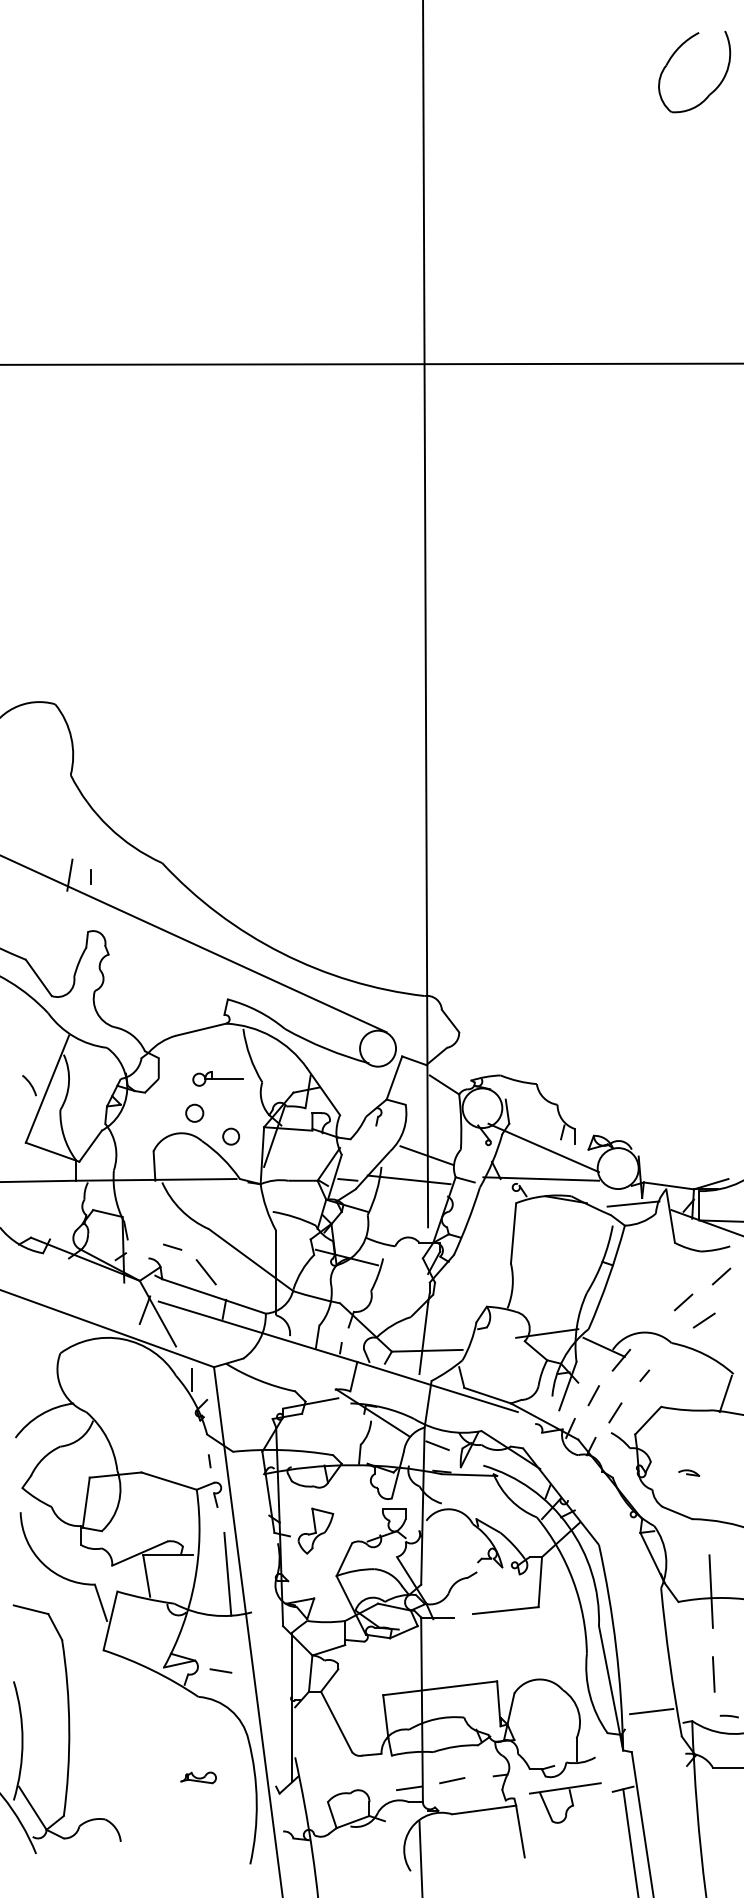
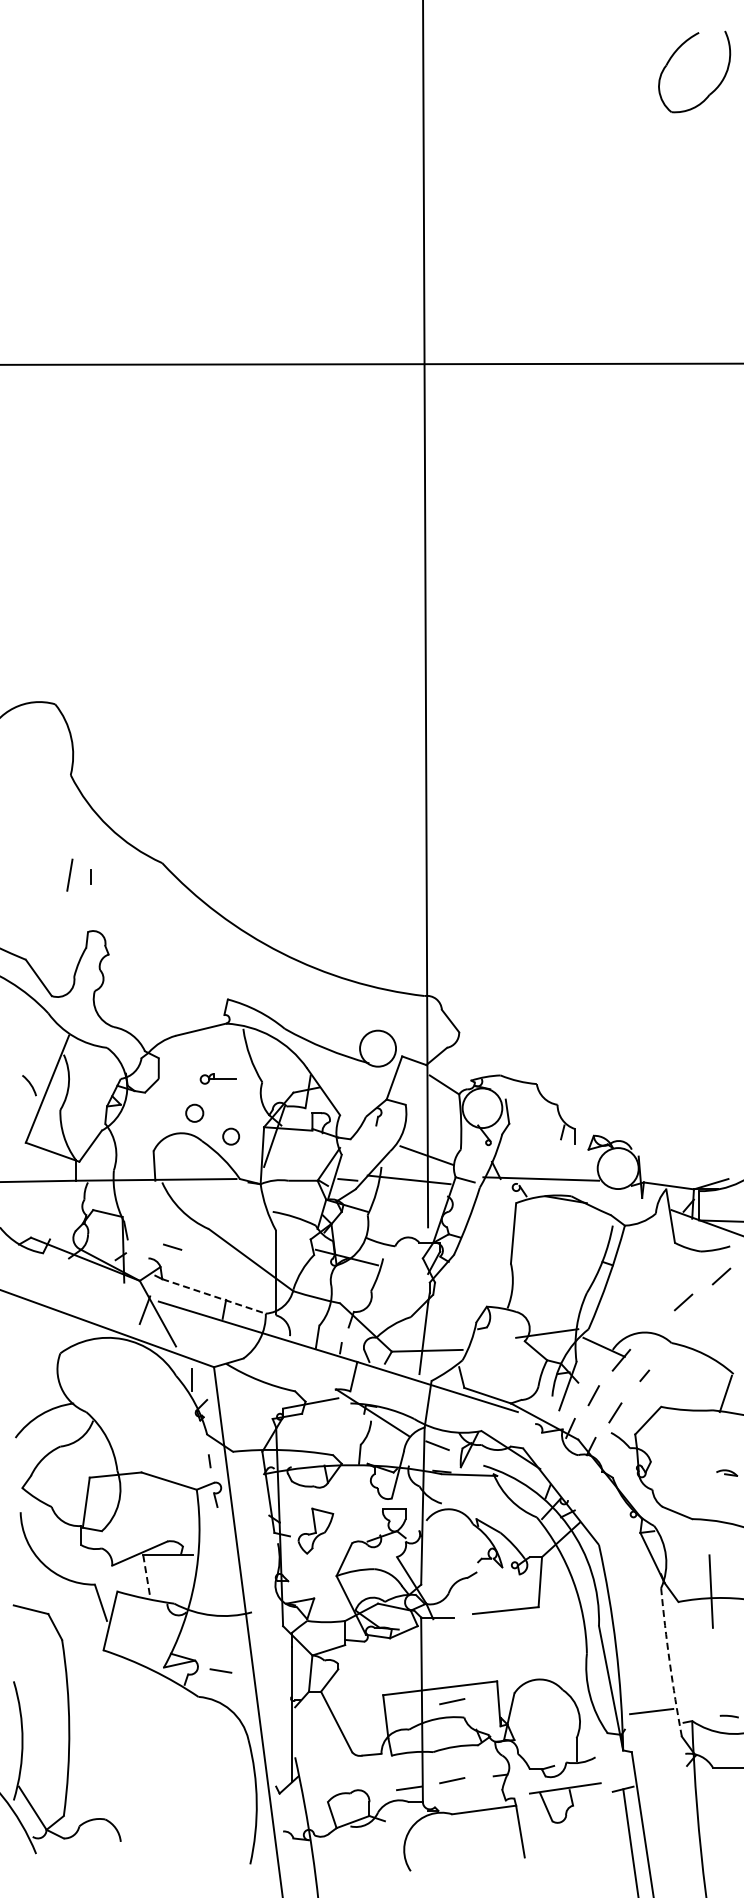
line at (194, 944): present -> none
part at (217, 1078) size: 52x16 px -> 38x12 px
line at (543, 1147): present -> none
line at (633, 1203): present -> none
line at (205, 1272): present -> none
line at (214, 1296): solid -> dashed
line at (703, 1320): present -> none
part at (689, 1472) position: (689, 1472) -> (727, 1472)
line at (227, 1573): present -> none
line at (146, 1576): solid -> dashed
arc at (669, 1662): solid -> dashed
line at (713, 1674): present -> none
line at (452, 1701): none -> present
part at (198, 1777): present -> none
line at (420, 1857): present -> none
